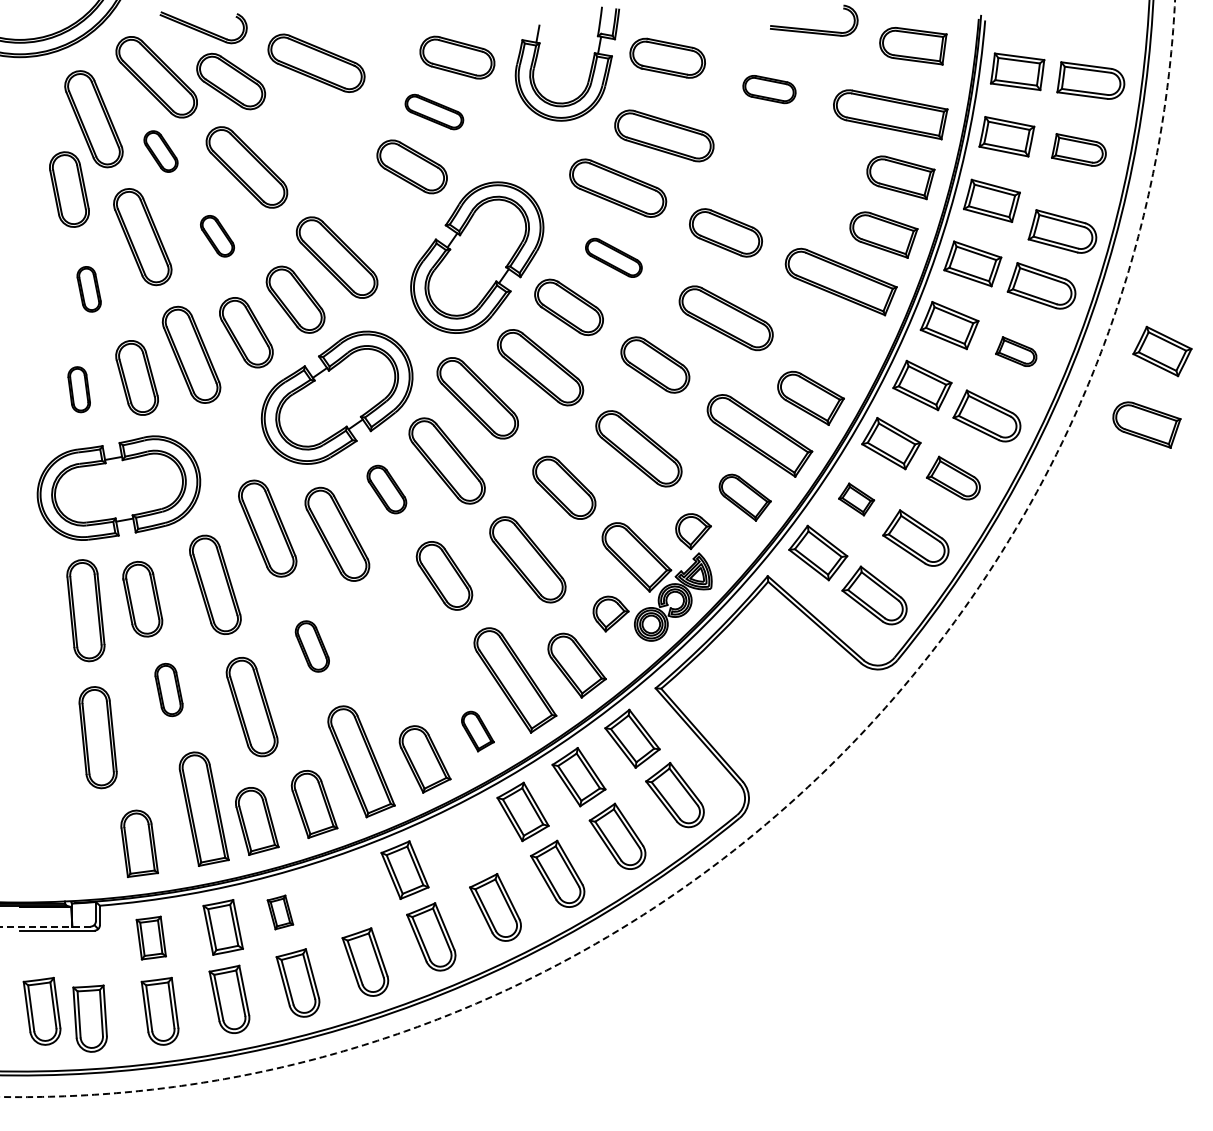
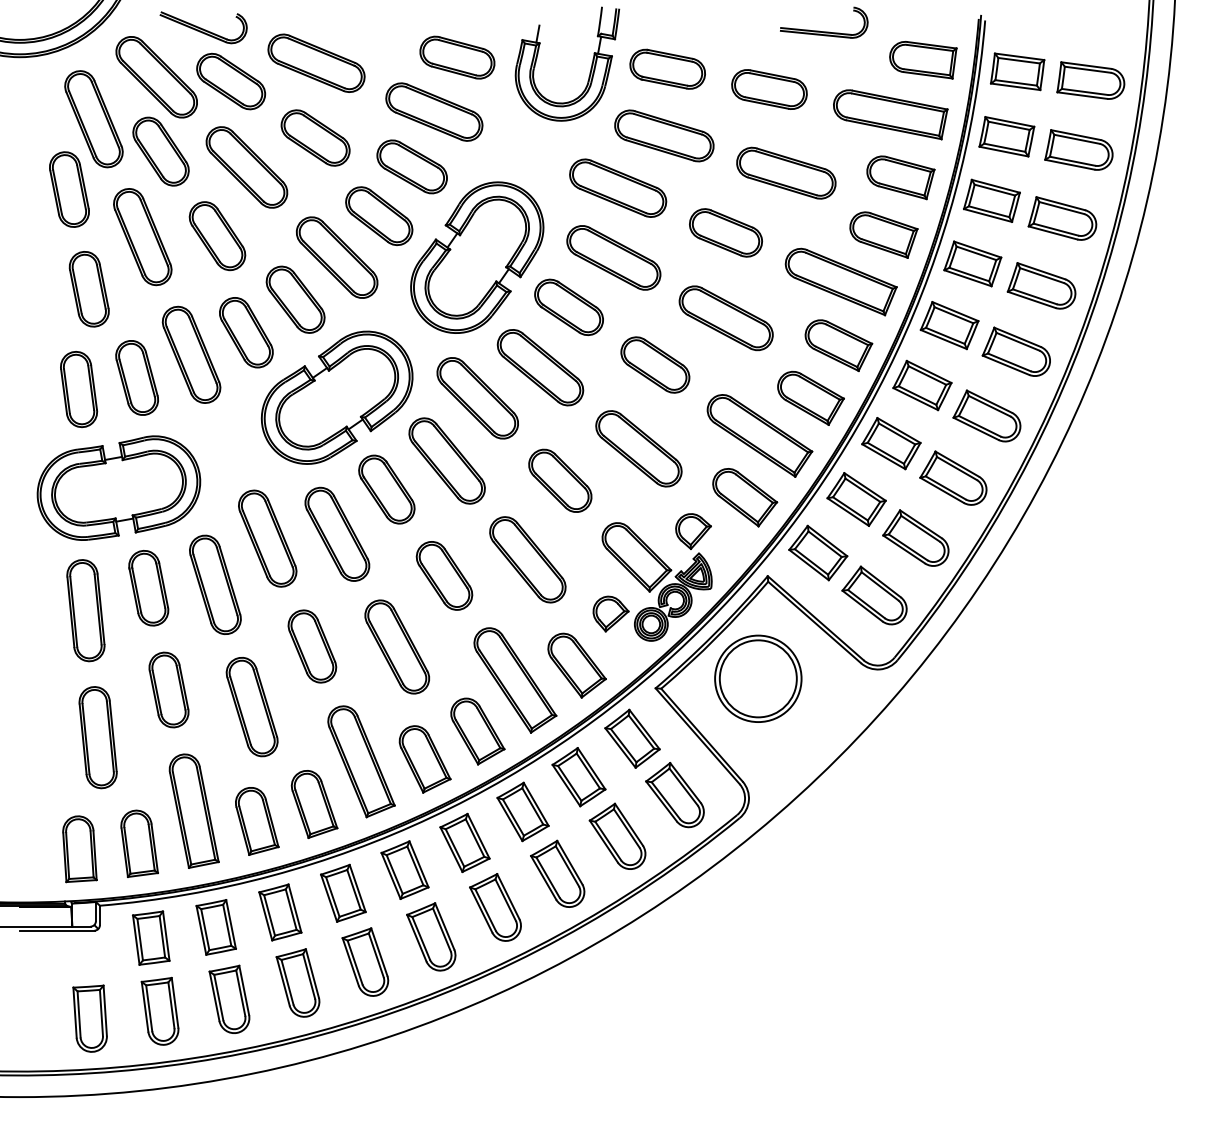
part at (814, 29) position: (814, 29) -> (824, 31)
part at (913, 46) position: (913, 46) -> (923, 60)
part at (667, 57) position: (667, 57) -> (667, 68)
part at (769, 89) size: 55x30 px -> 77x41 px
part at (434, 111) size: 61x38 px -> 99x60 px
part at (315, 137): none -> present
part at (1078, 149) size: 56x34 px -> 70x42 px
part at (160, 151) size: 36x43 px -> 58x71 px
part at (786, 172): none -> present
part at (379, 215): none -> present
part at (1062, 231) position: (1062, 231) -> (1062, 218)
part at (217, 236) size: 35x43 px -> 59x71 px
part at (613, 257) size: 58x41 px -> 96x66 px
part at (88, 289) size: 26x47 px -> 42x77 px
part at (838, 345): none -> present
part at (1016, 351) size: 43x31 px -> 70x51 px
part at (1162, 351): present -> none
part at (78, 389) size: 24x48 px -> 39x78 px
part at (1146, 424): present -> none
part at (953, 477) size: 55x46 px -> 69x56 px
part at (564, 487) position: (564, 487) -> (560, 480)
part at (386, 489) size: 42x51 px -> 58x71 px
part at (744, 497) size: 54x49 px -> 67x60 px
part at (856, 499) size: 38x35 px -> 61x55 px
part at (267, 528) position: (267, 528) -> (267, 538)
circle at (587, 548): dashed -> solid
part at (142, 599) position: (142, 599) -> (148, 588)
part at (311, 646) size: 36x53 px -> 51x75 px
part at (397, 646): none -> present
part at (758, 678): none -> present
part at (168, 690) size: 30x55 px -> 42x78 px
part at (477, 731) size: 34x43 px -> 56x69 px
part at (203, 808) position: (203, 808) -> (193, 810)
part at (464, 842): none -> present
part at (79, 849): none -> present
part at (343, 892): none -> present
part at (280, 912) size: 29x37 px -> 45x59 px
line at (44, 926): dashed -> solid
part at (222, 927) position: (222, 927) -> (215, 927)
part at (150, 937) size: 32x46 px -> 39x56 px
part at (41, 1010): present -> none
